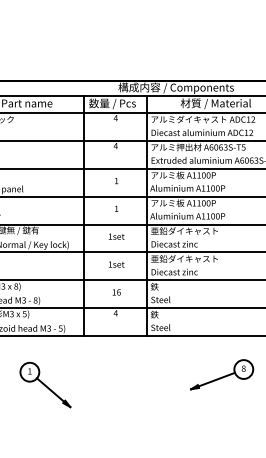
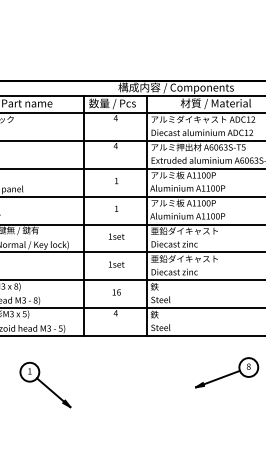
part at (222, 374) position: (222, 374) -> (227, 372)
